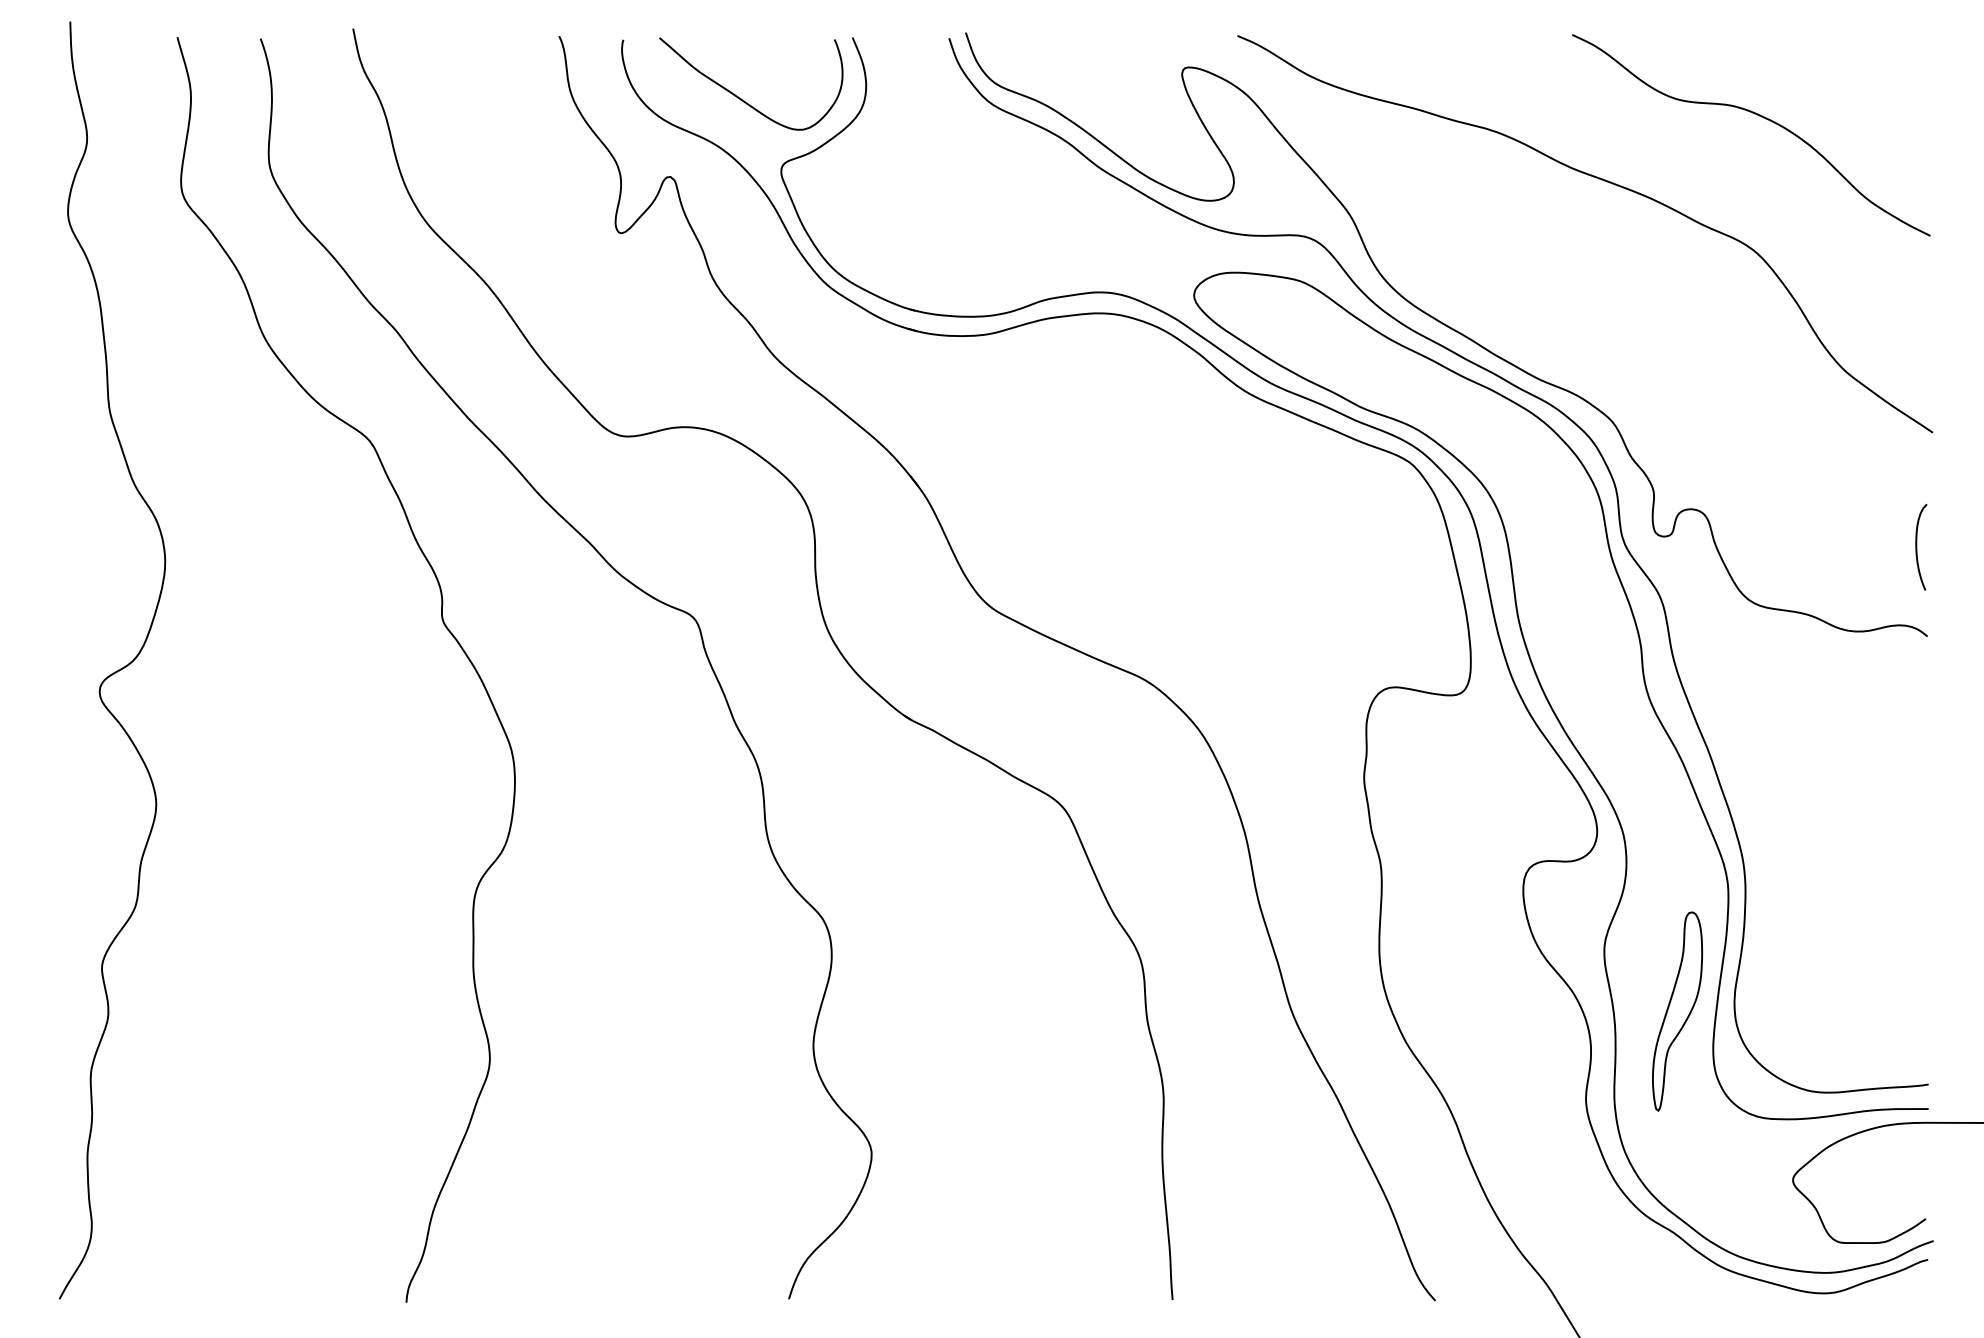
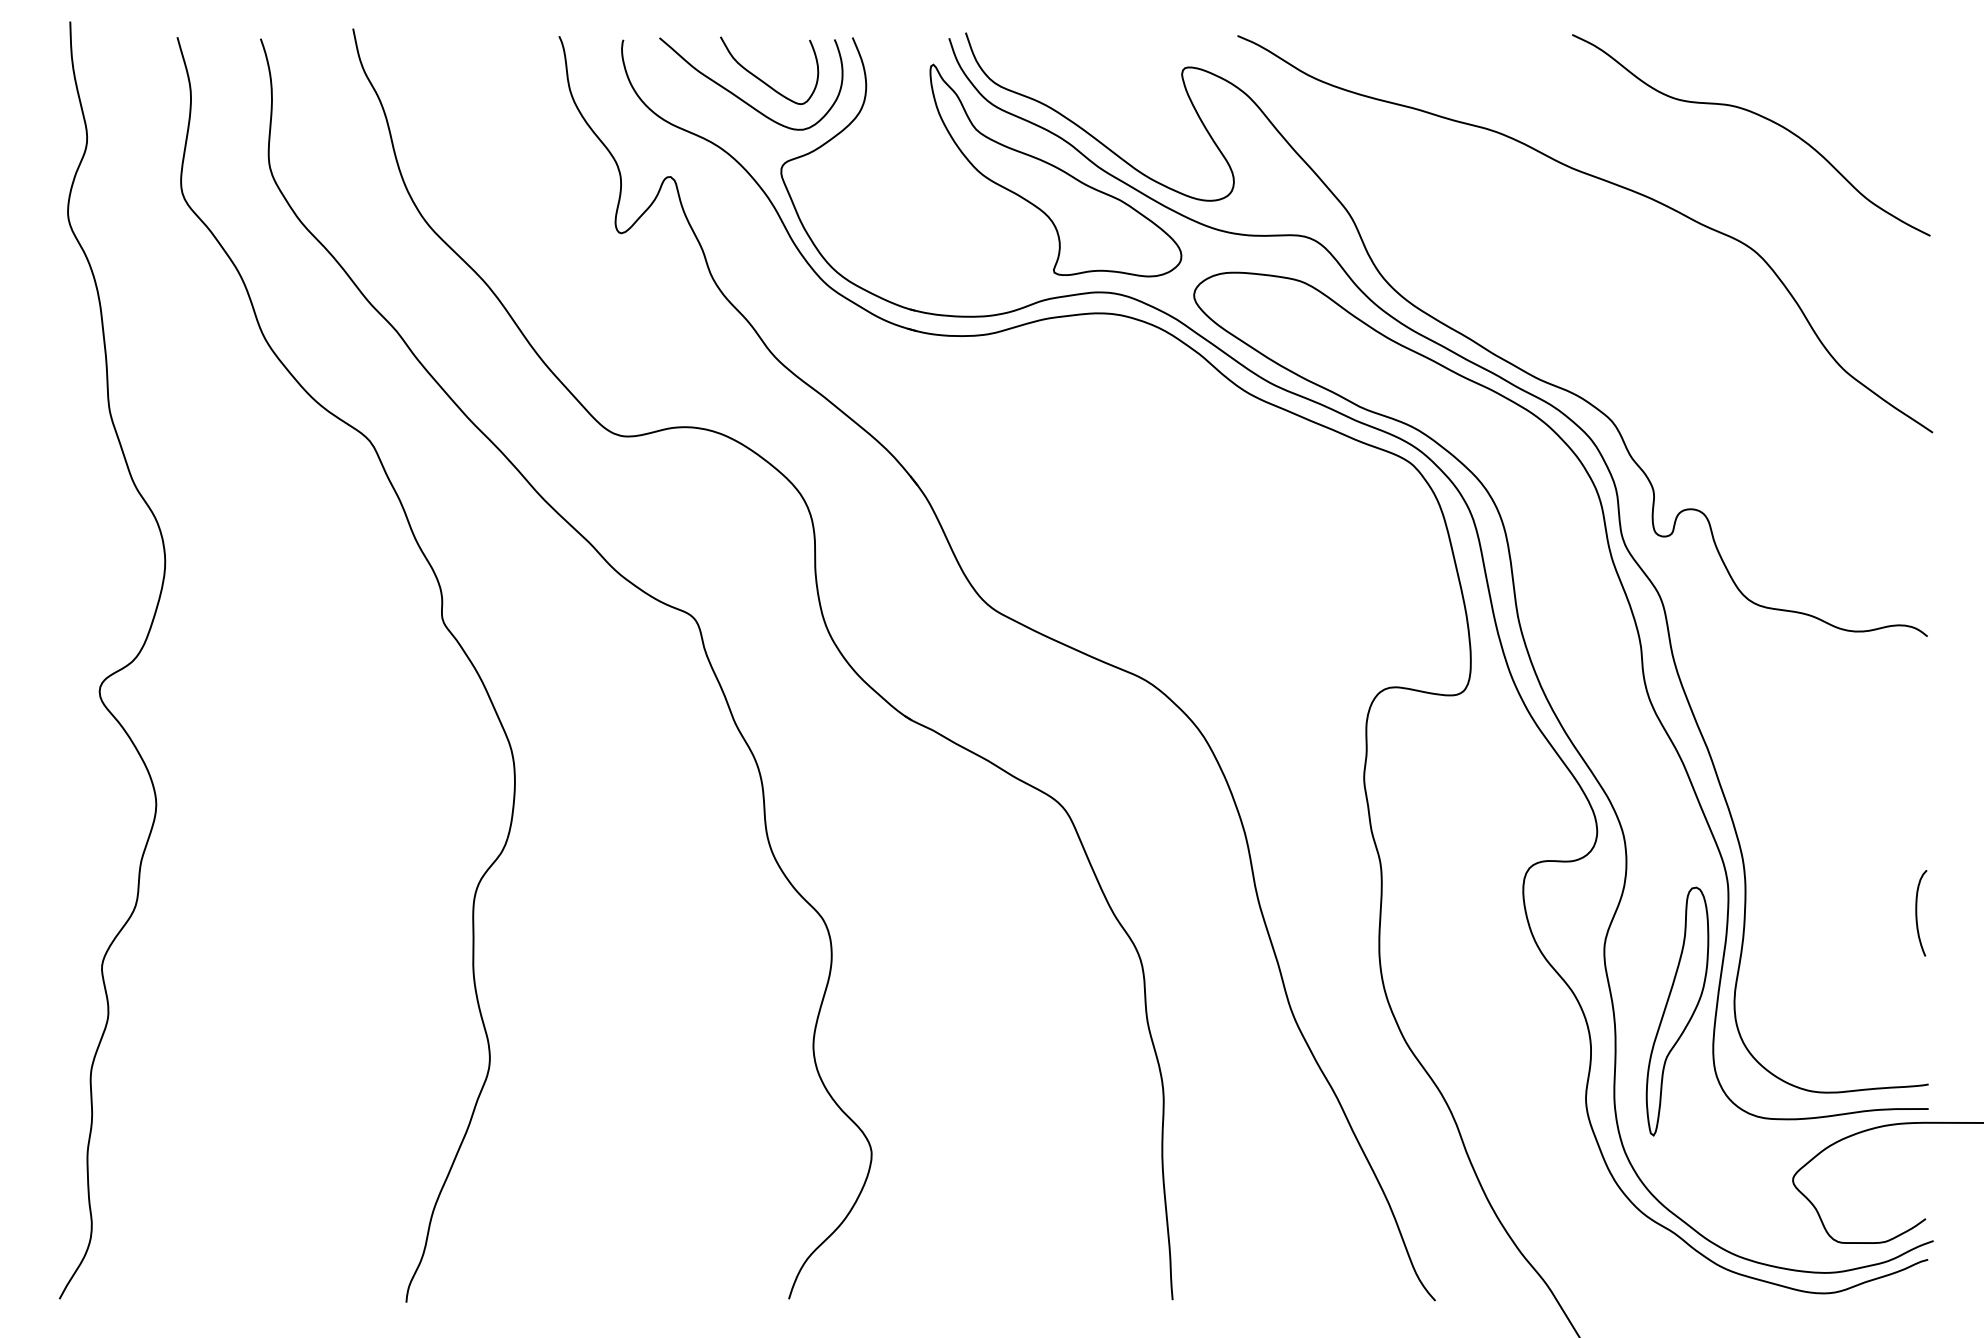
curve at (760, 78): none -> present
part at (1055, 170): none -> present
curve at (1917, 547) position: (1917, 547) -> (1917, 913)
part at (1677, 1011) size: 52x201 px -> 65x251 px
